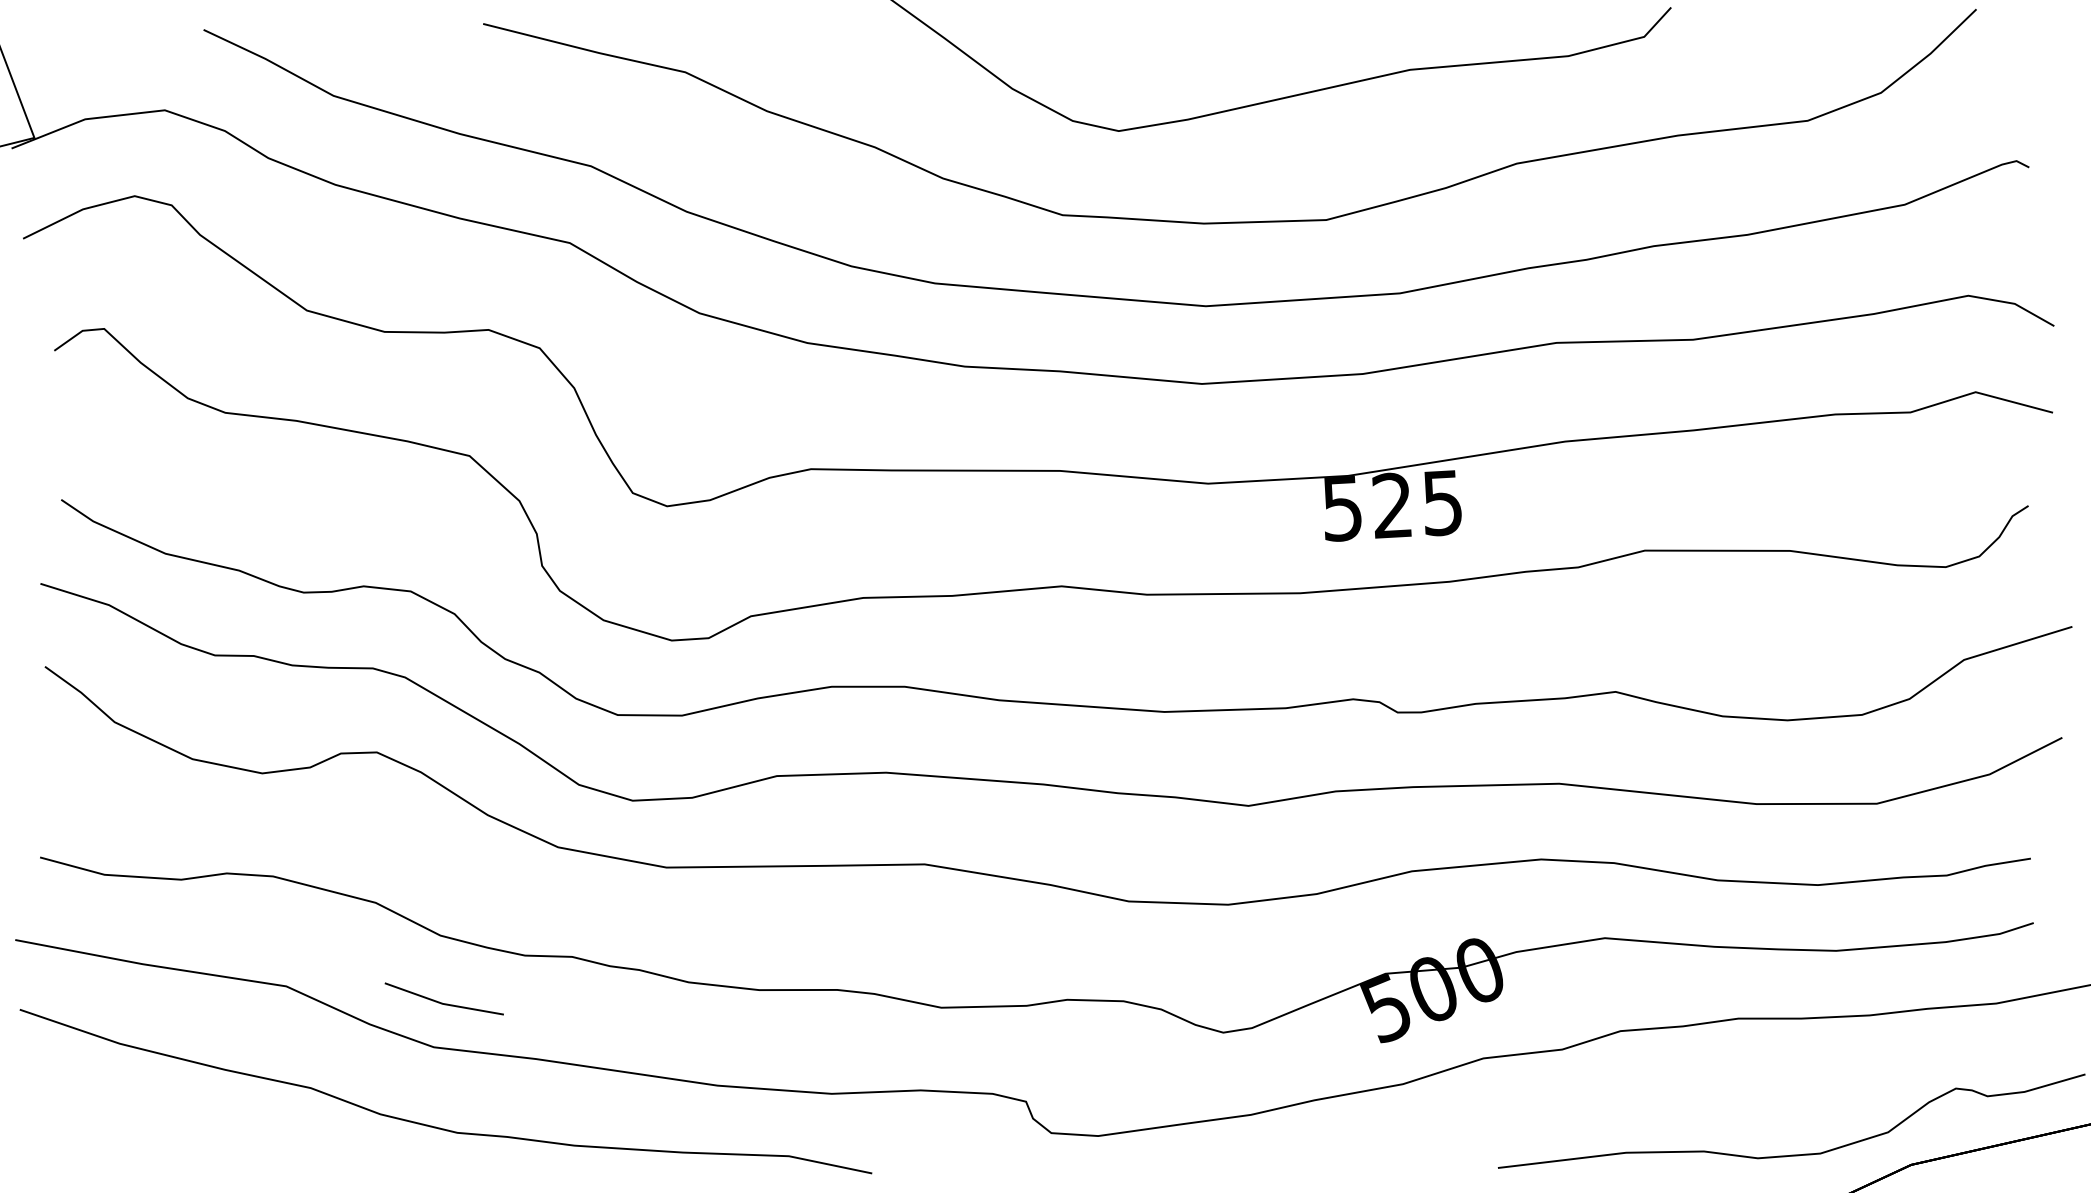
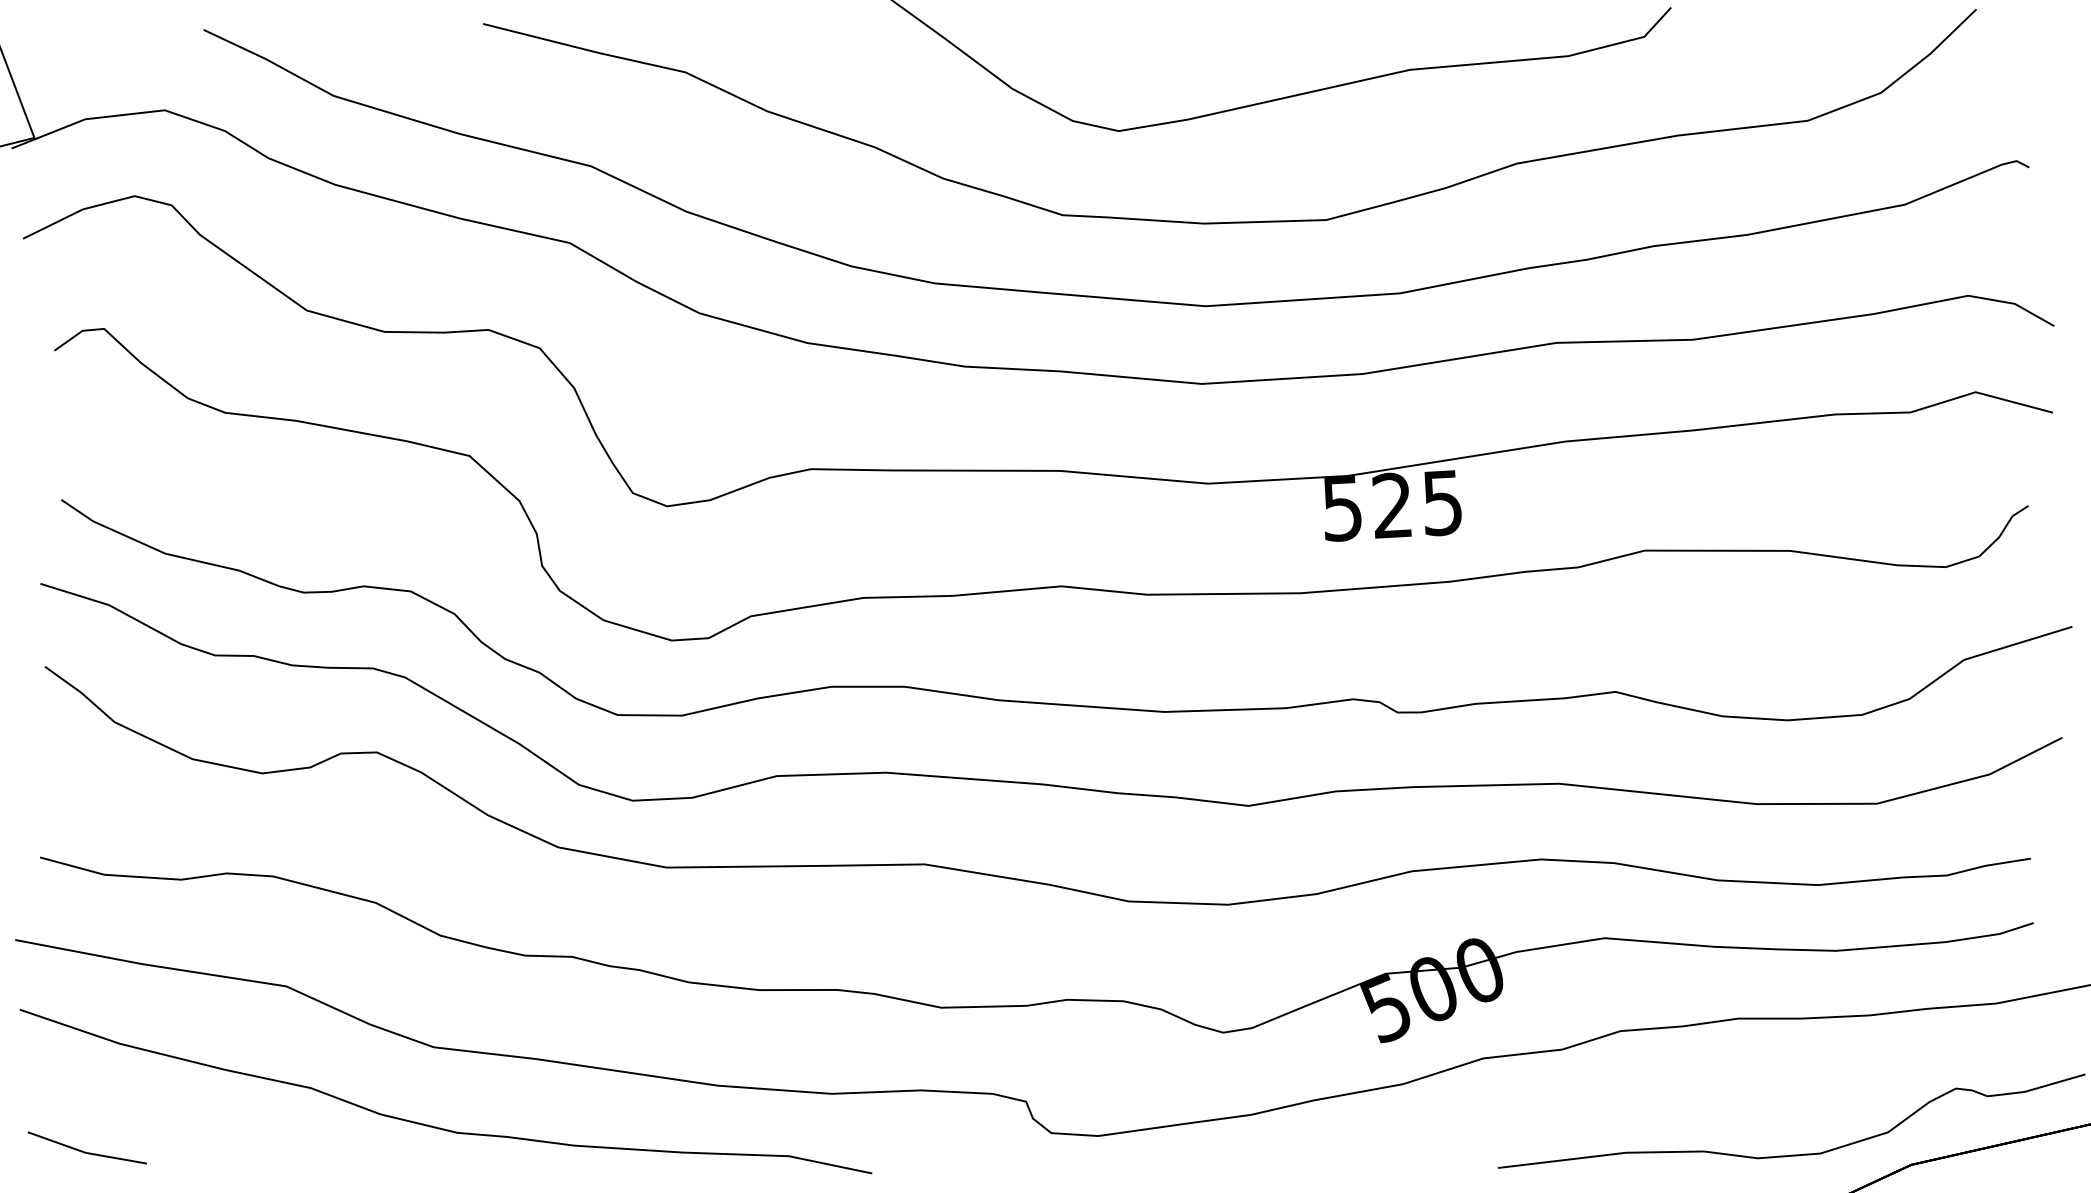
line at (442, 1002) position: (442, 1002) -> (85, 1151)
